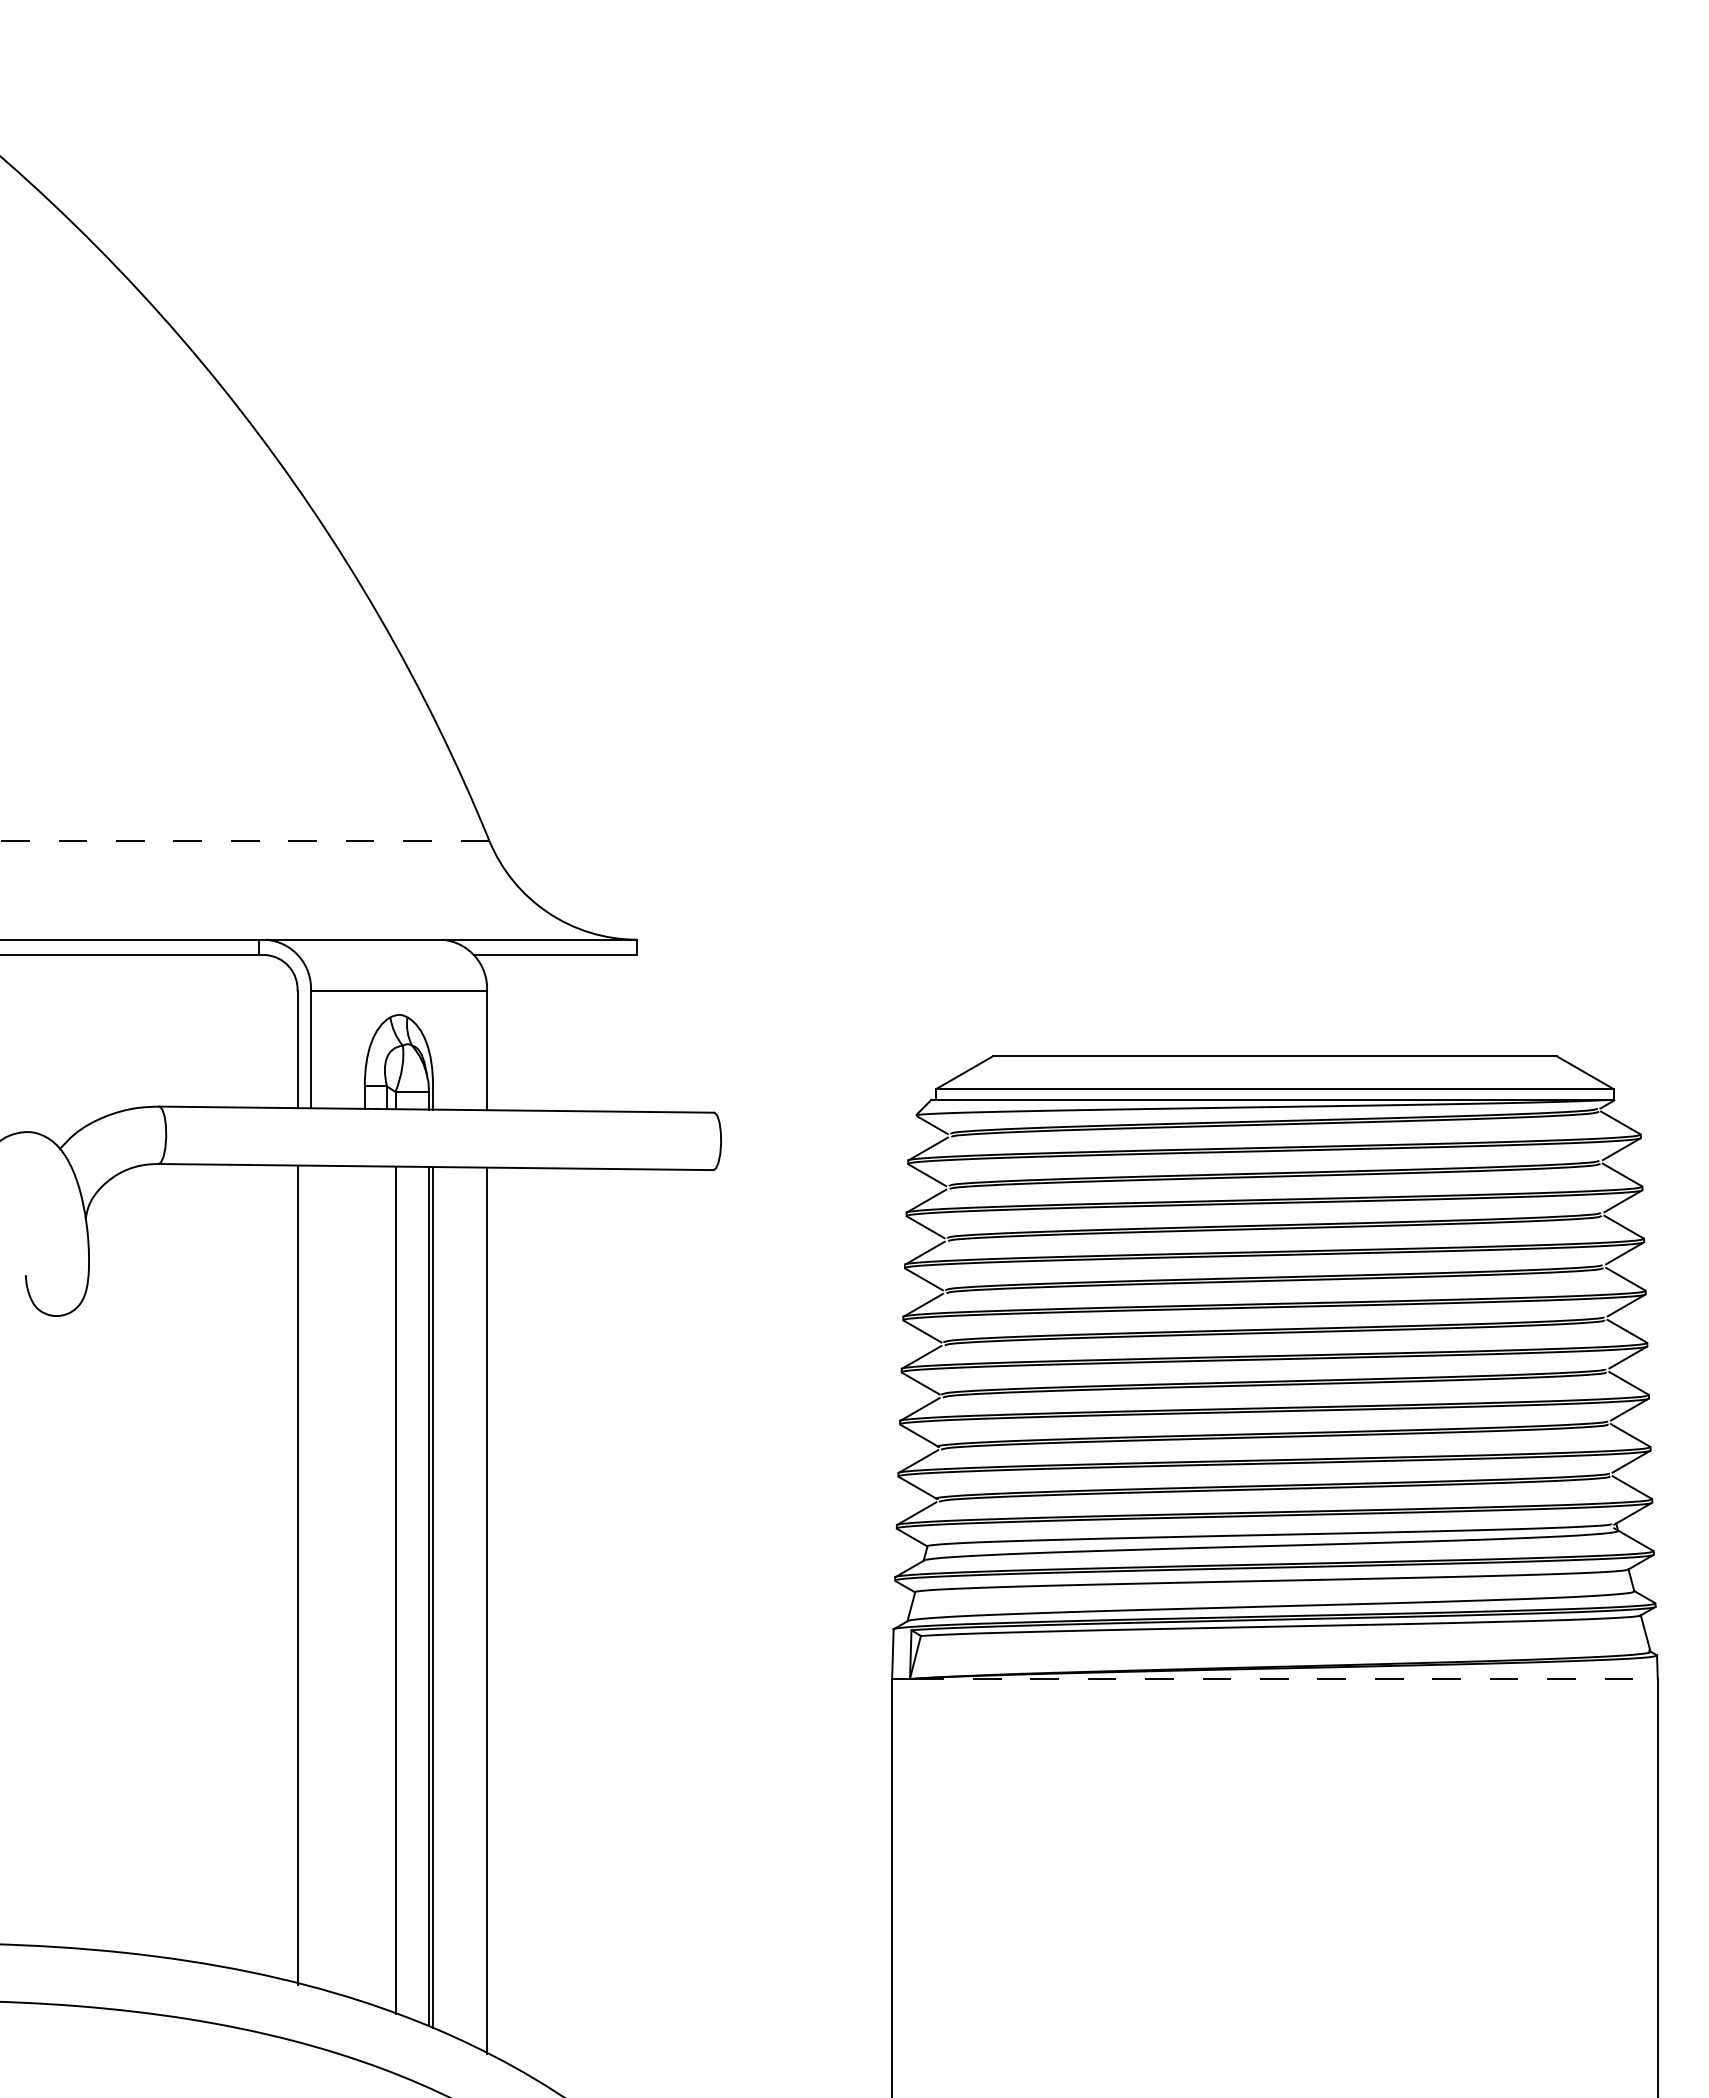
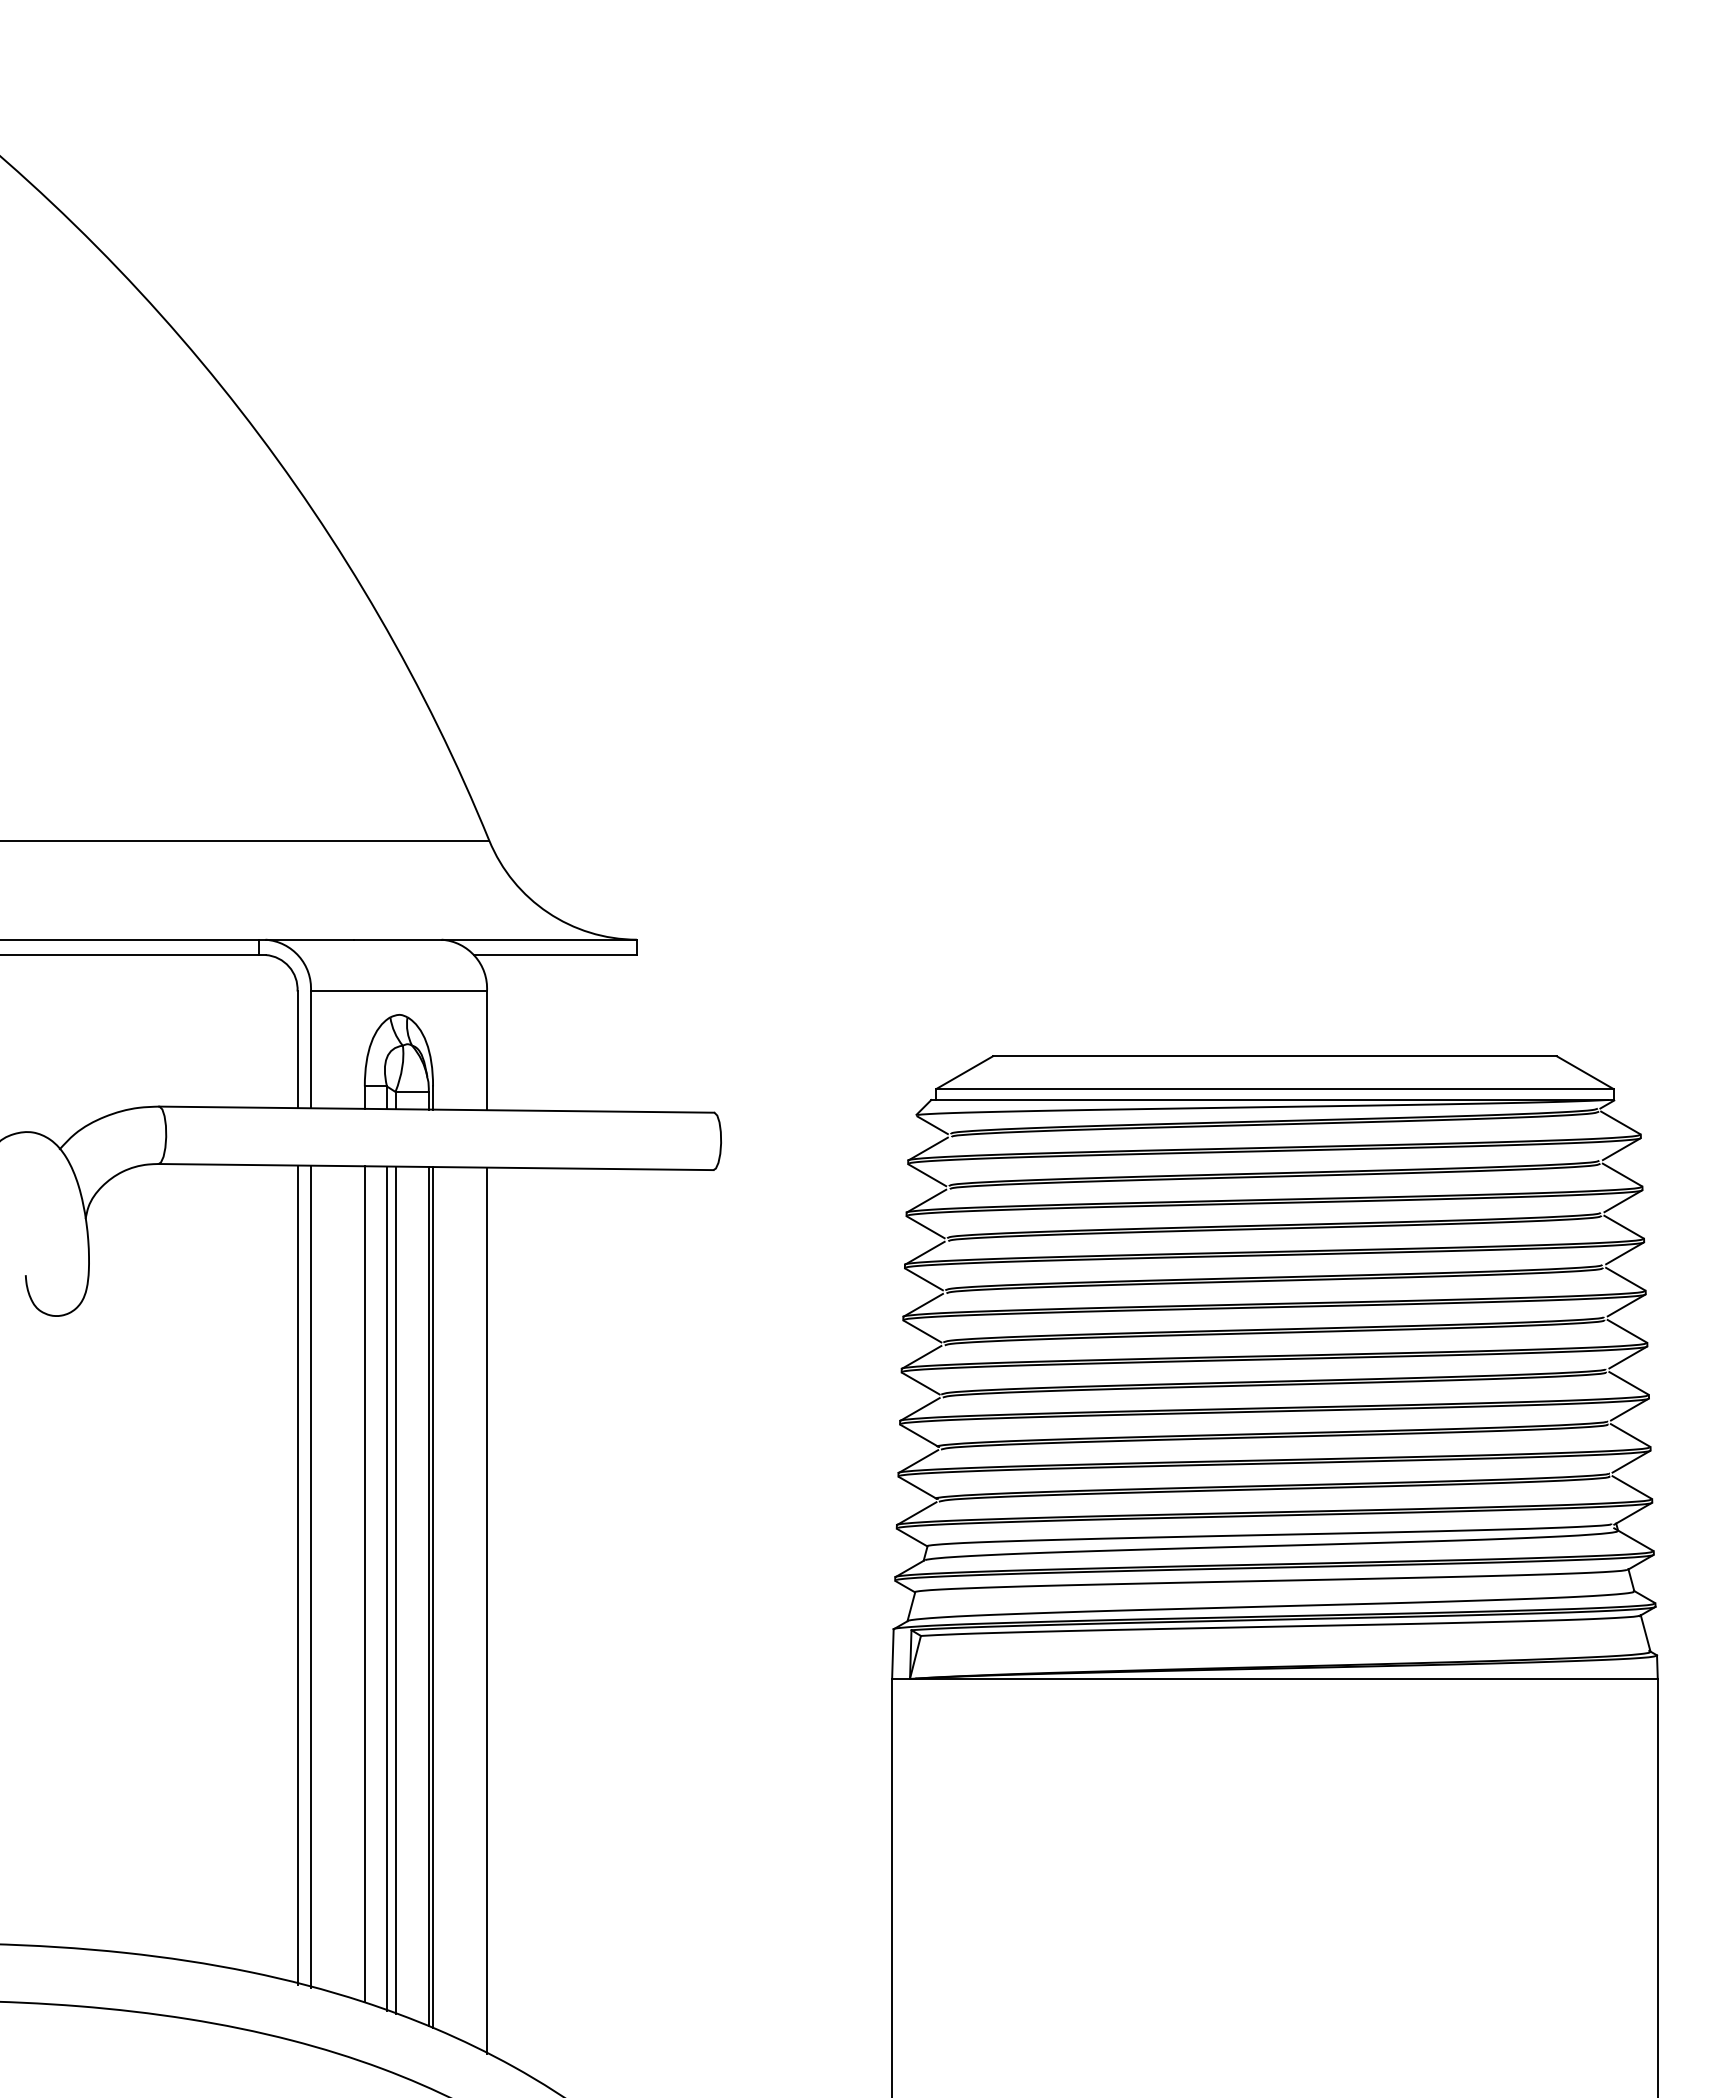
line at (244, 840): dashed -> solid
line at (310, 1576): none -> present
line at (364, 1584): none -> present
line at (386, 1588): none -> present
line at (1287, 1678): dashed -> solid
